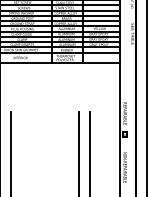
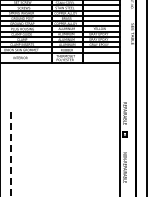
line at (78, 152): present -> none
line at (89, 152): present -> none
line at (10, 155): solid -> dashed
